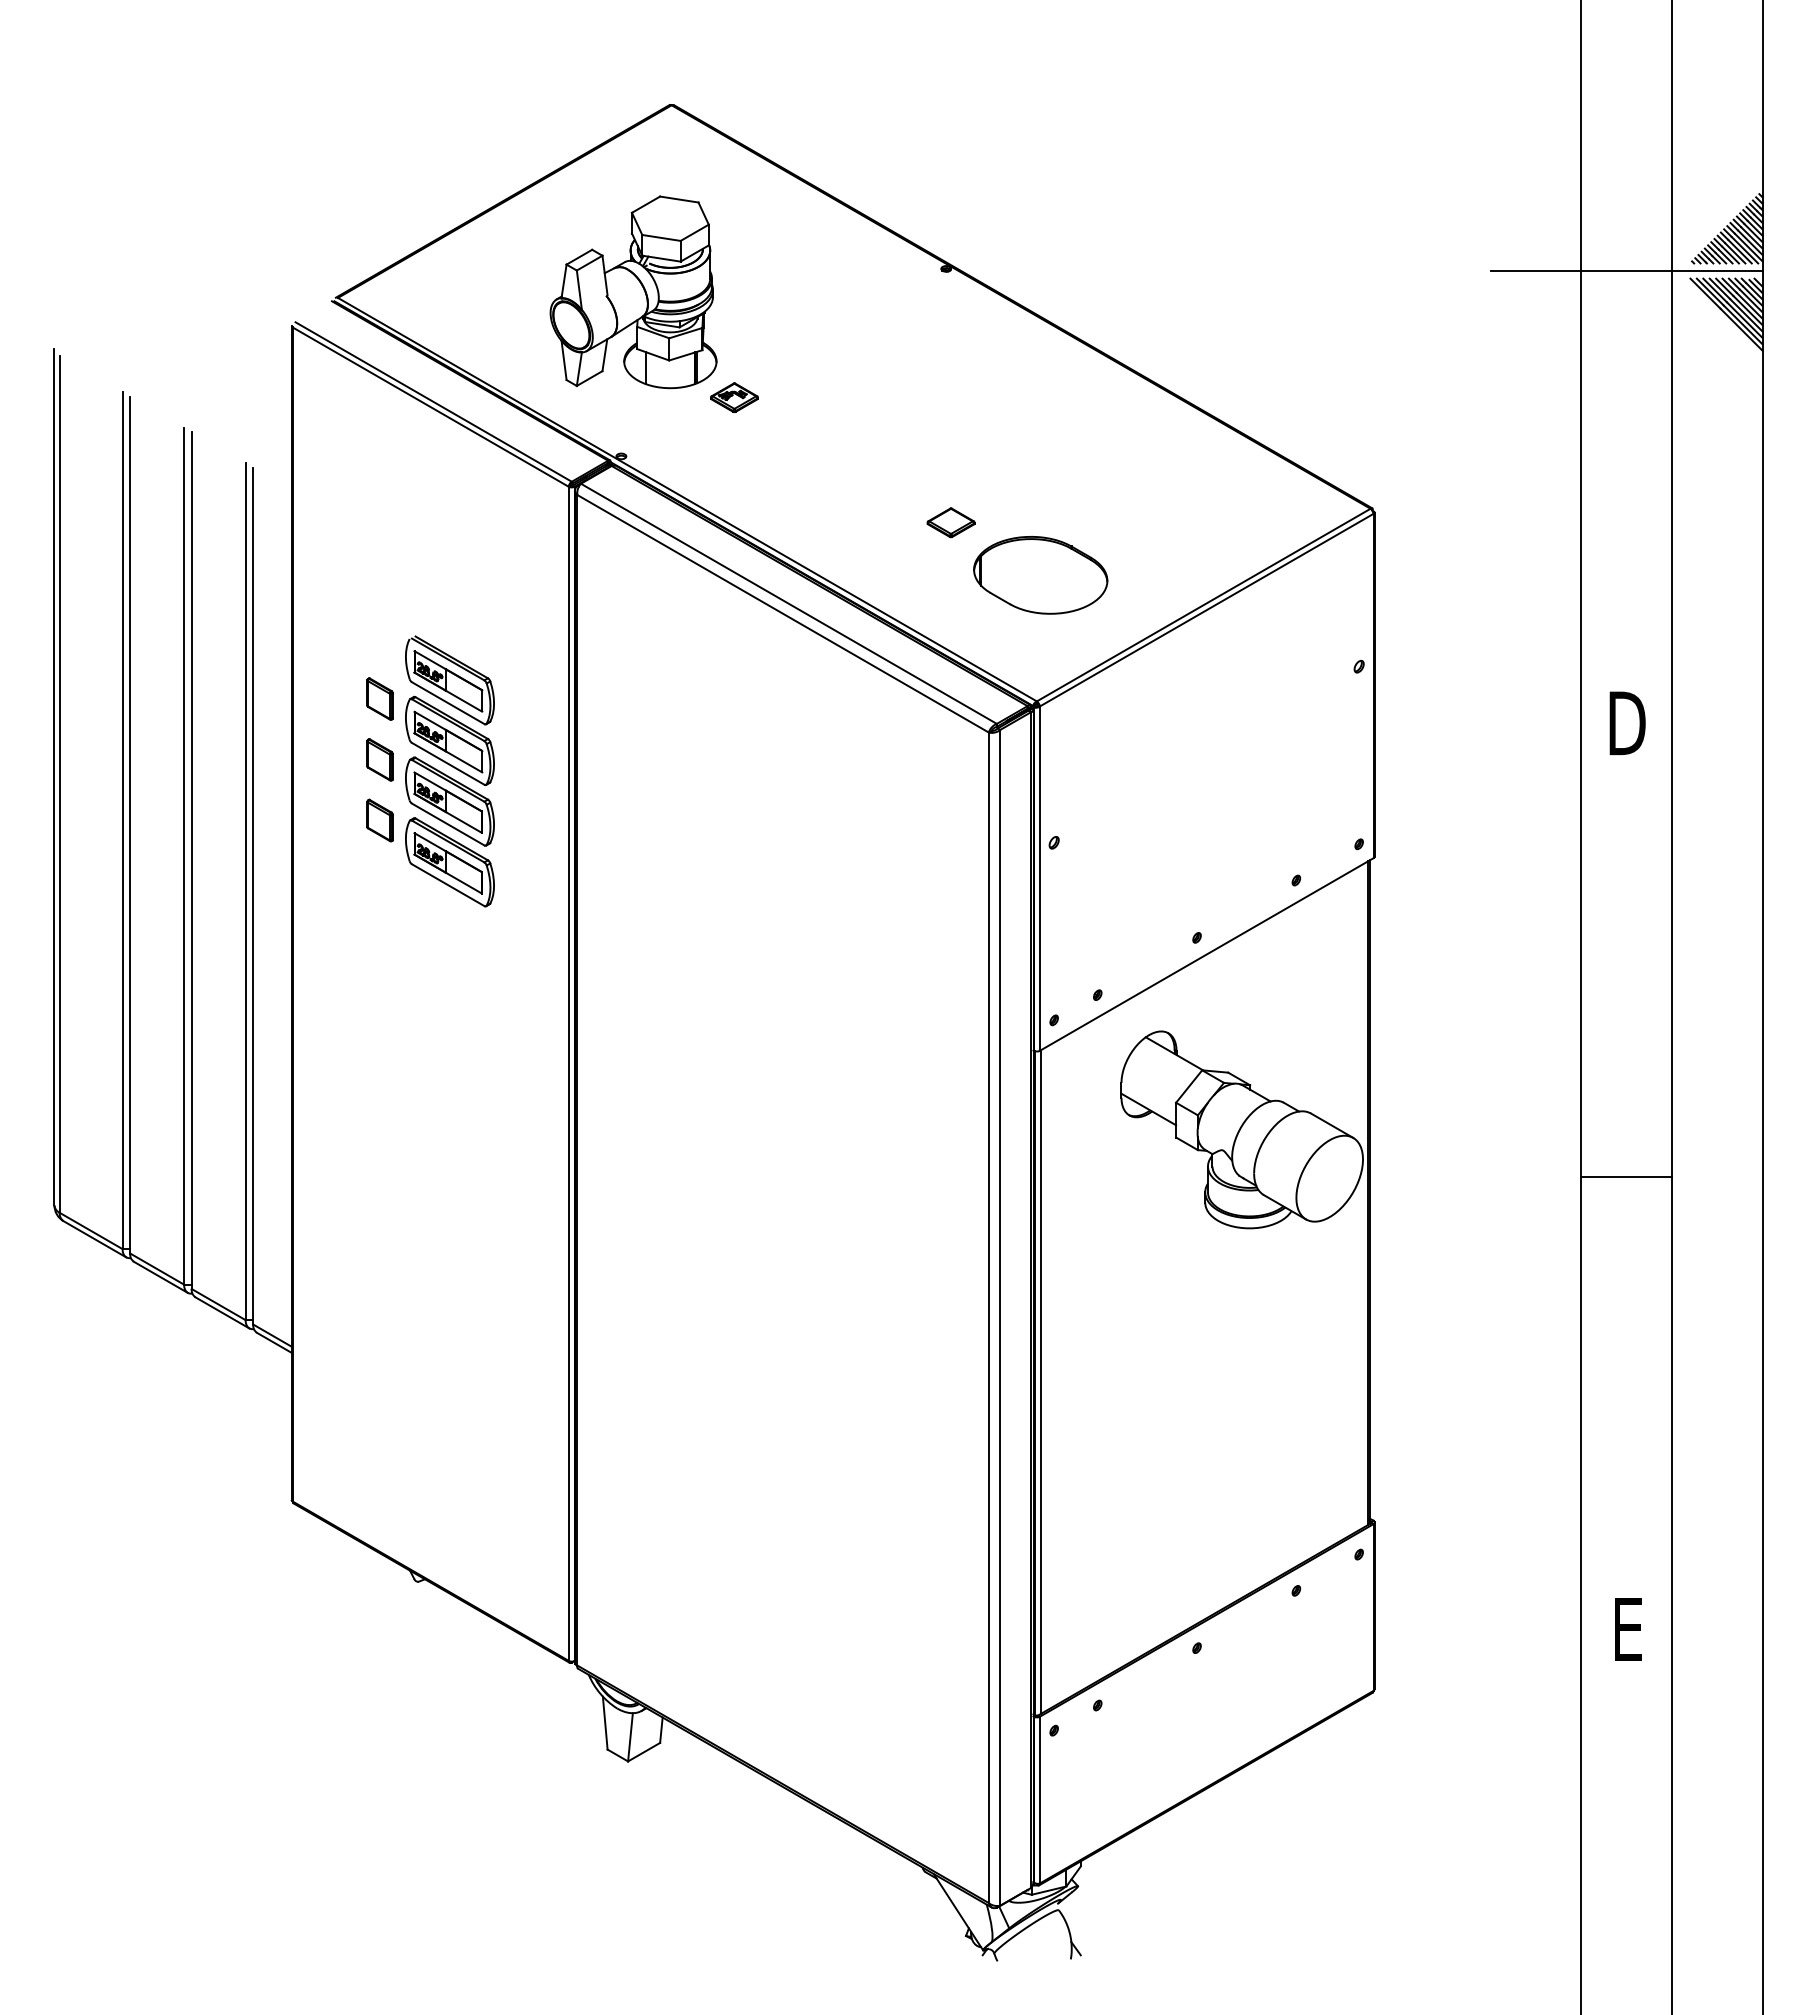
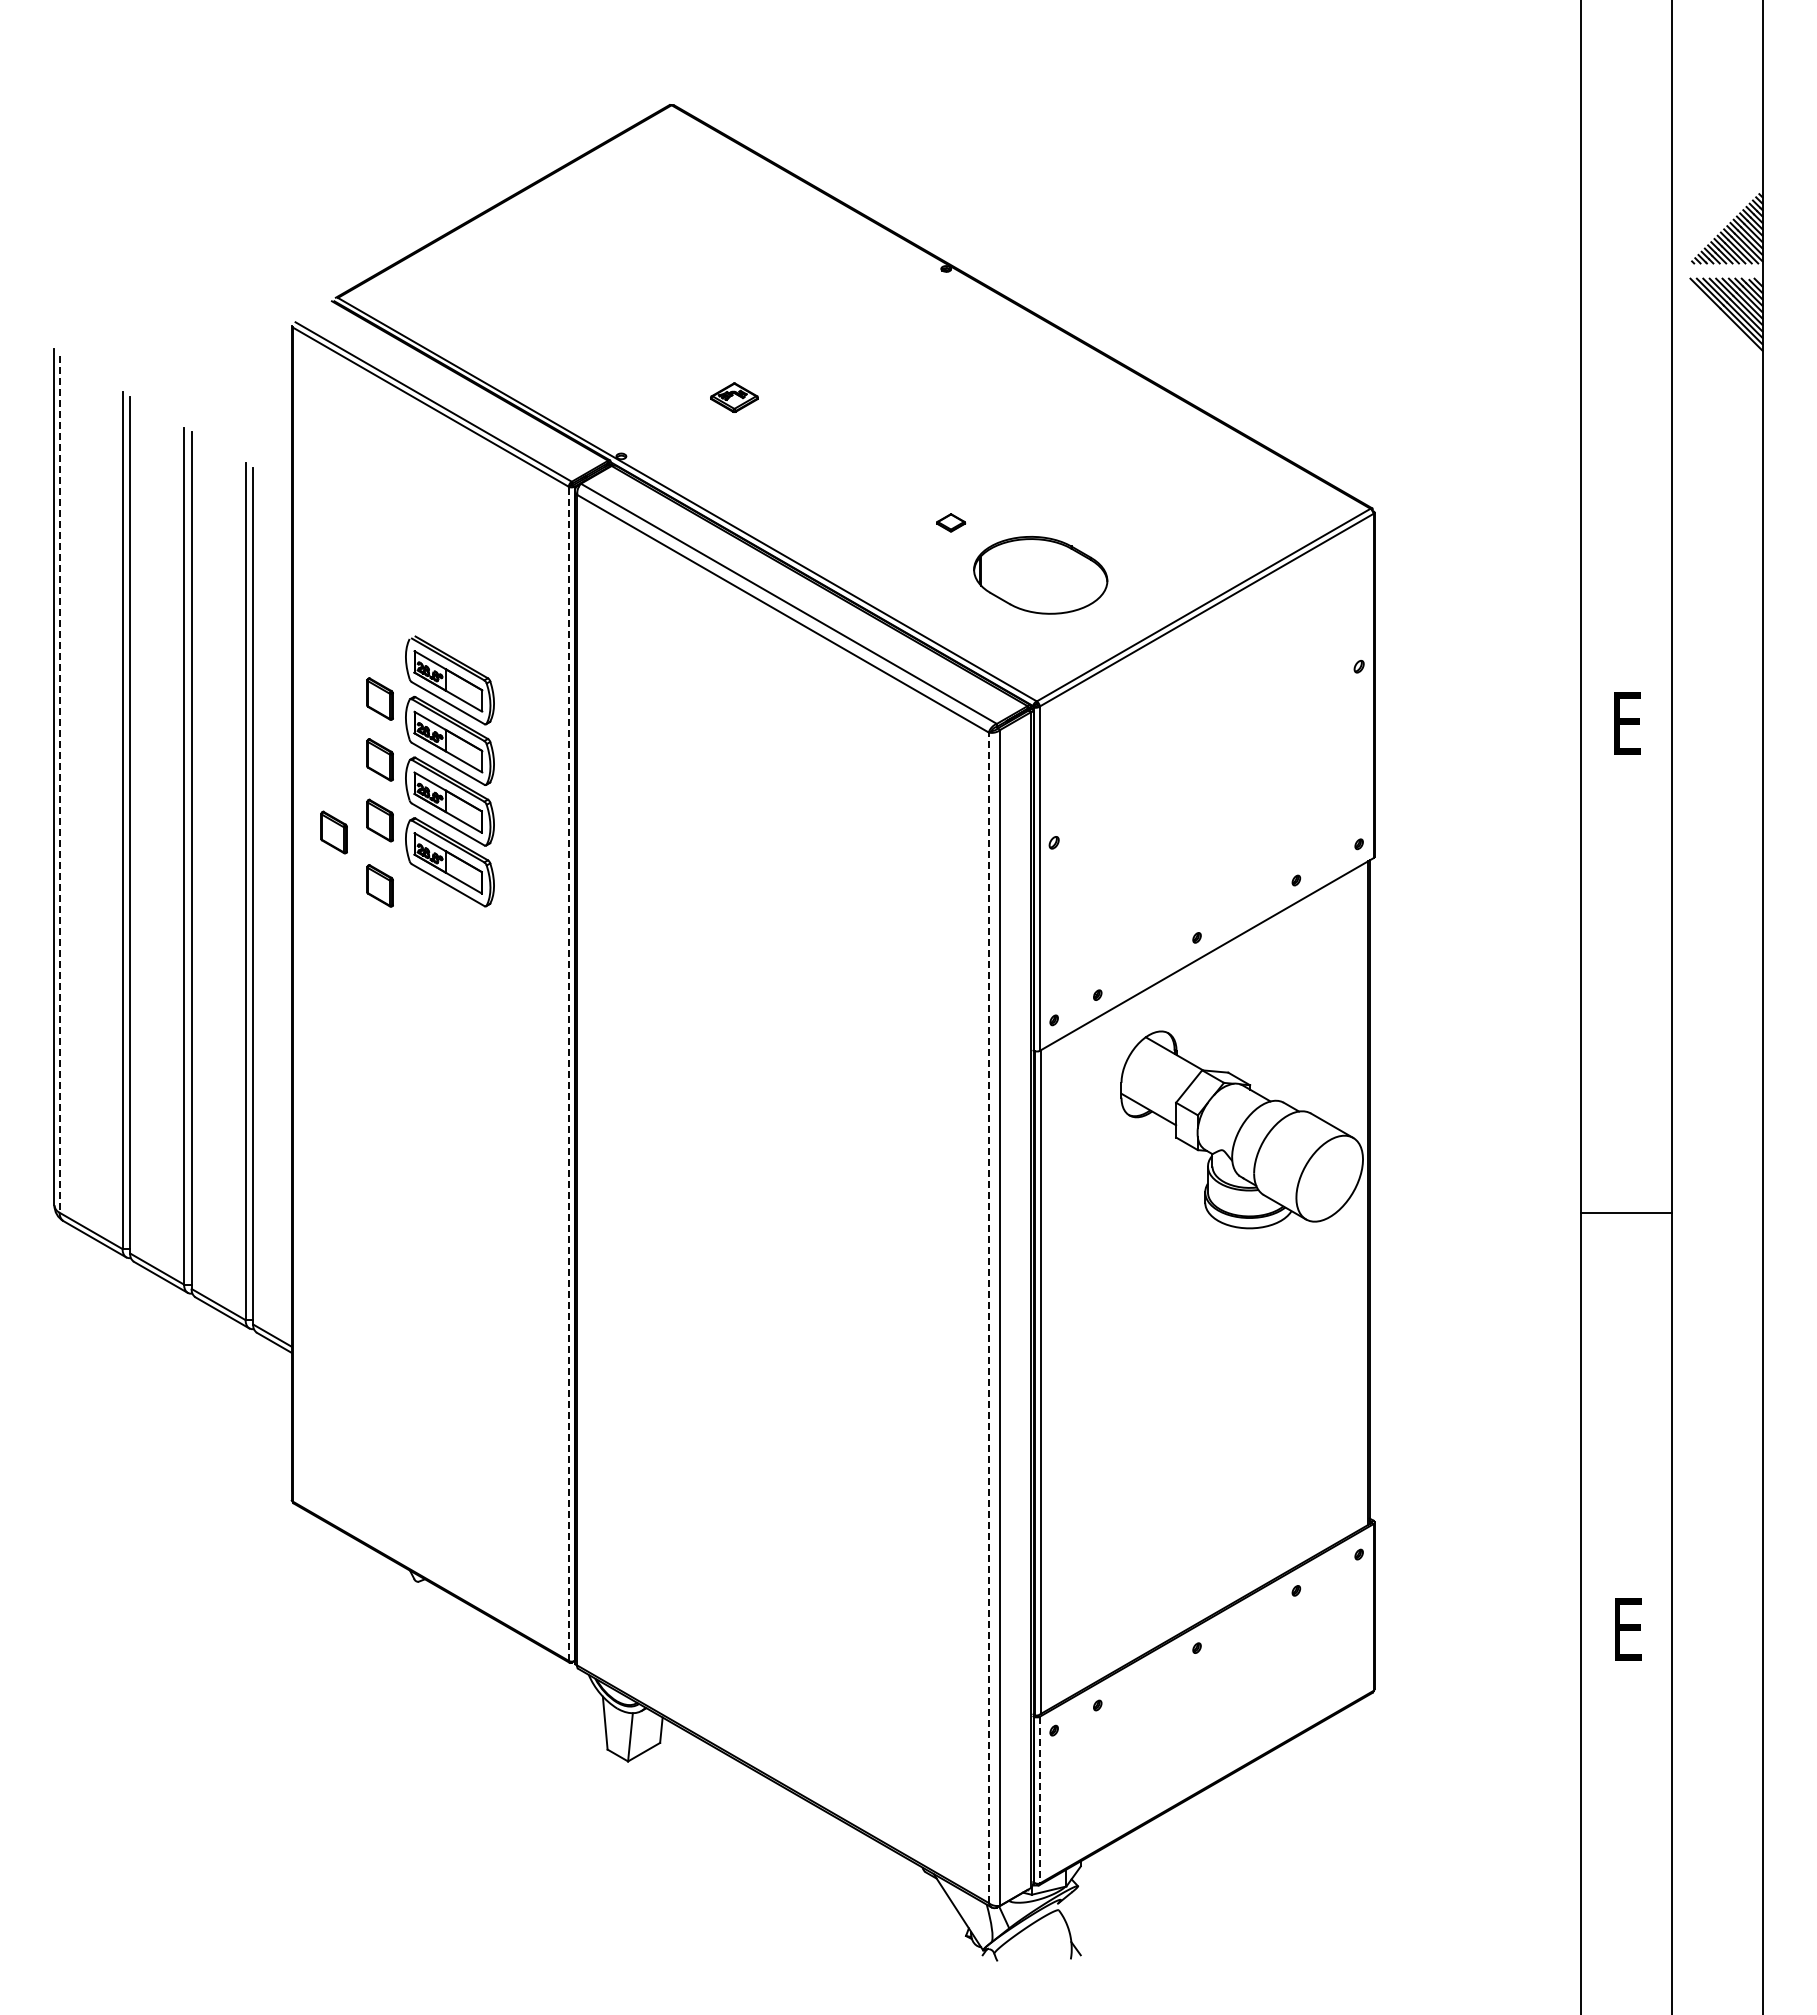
line at (1626, 271): present -> none
part at (633, 292): present -> none
part at (950, 522) size: 50x32 px -> 31x20 px
text at (1627, 723): D -> E
line at (59, 784): solid -> dashed
part at (333, 832): none -> present
part at (379, 885): none -> present
line at (568, 1073): solid -> dashed
line at (1626, 1177) position: (1626, 1177) -> (1626, 1213)
line at (988, 1317): solid -> dashed
line at (1039, 1800): solid -> dashed
